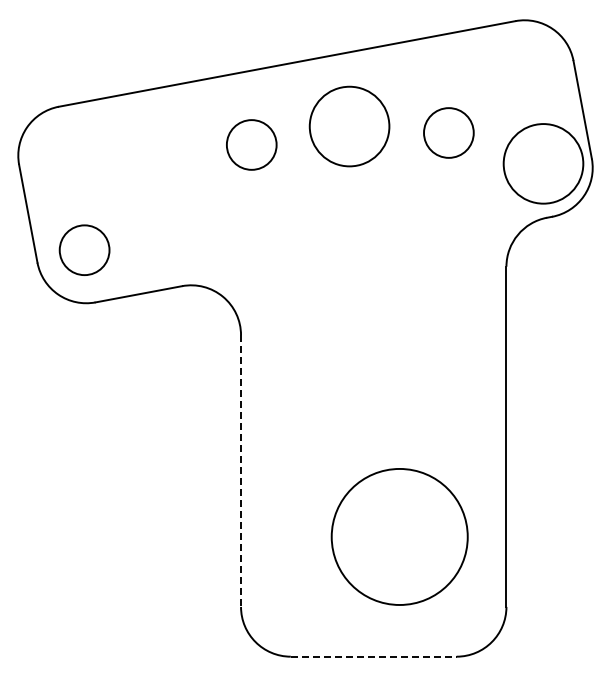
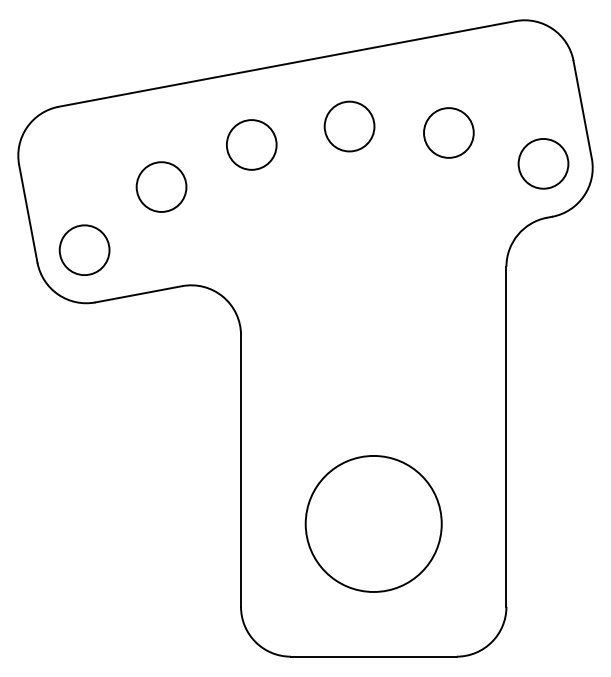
circle at (349, 126) diameter: 80 px -> 50 px
circle at (543, 163) diameter: 80 px -> 50 px
circle at (161, 186): none -> present
line at (241, 471): dashed -> solid
circle at (399, 536) position: (399, 536) -> (373, 523)
line at (373, 656): dashed -> solid
